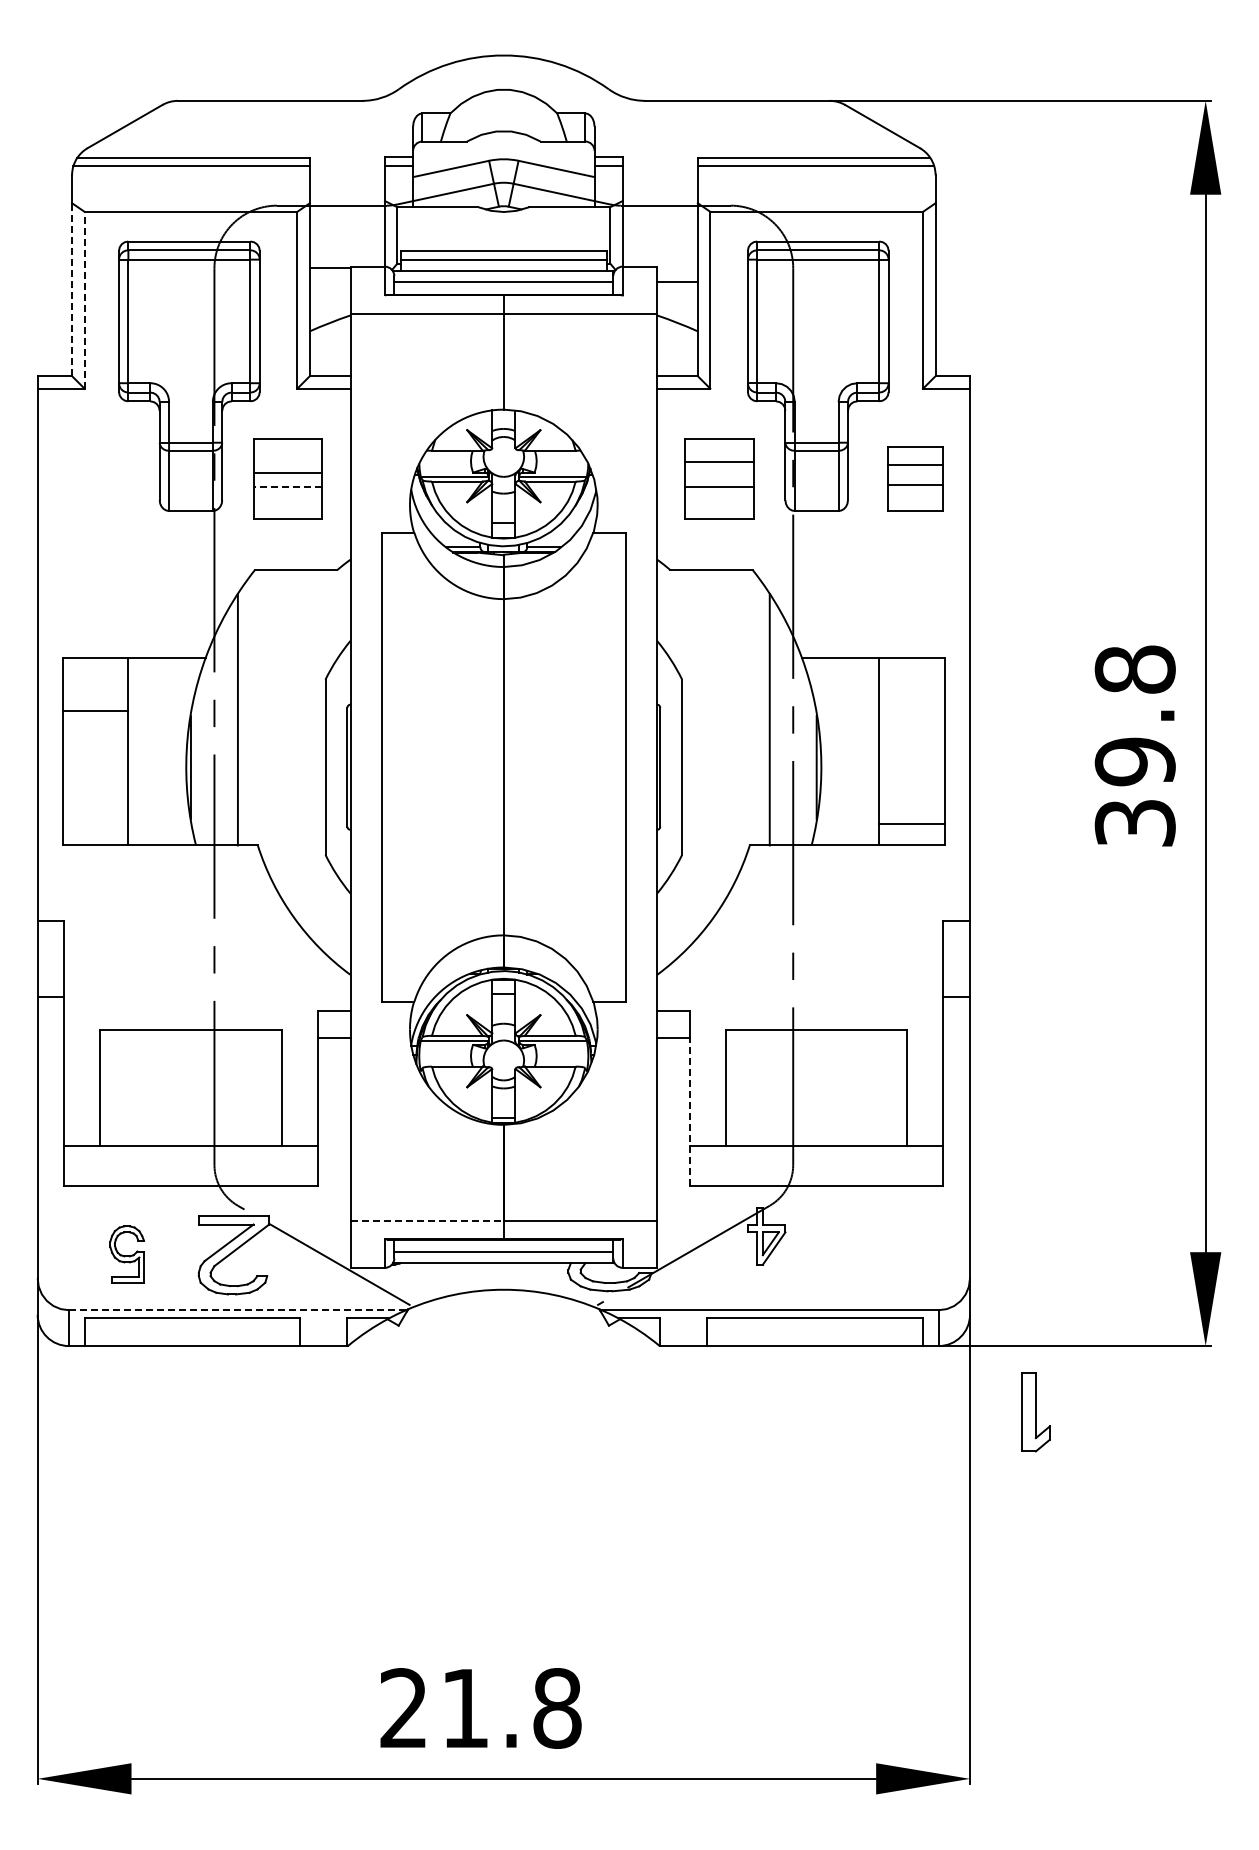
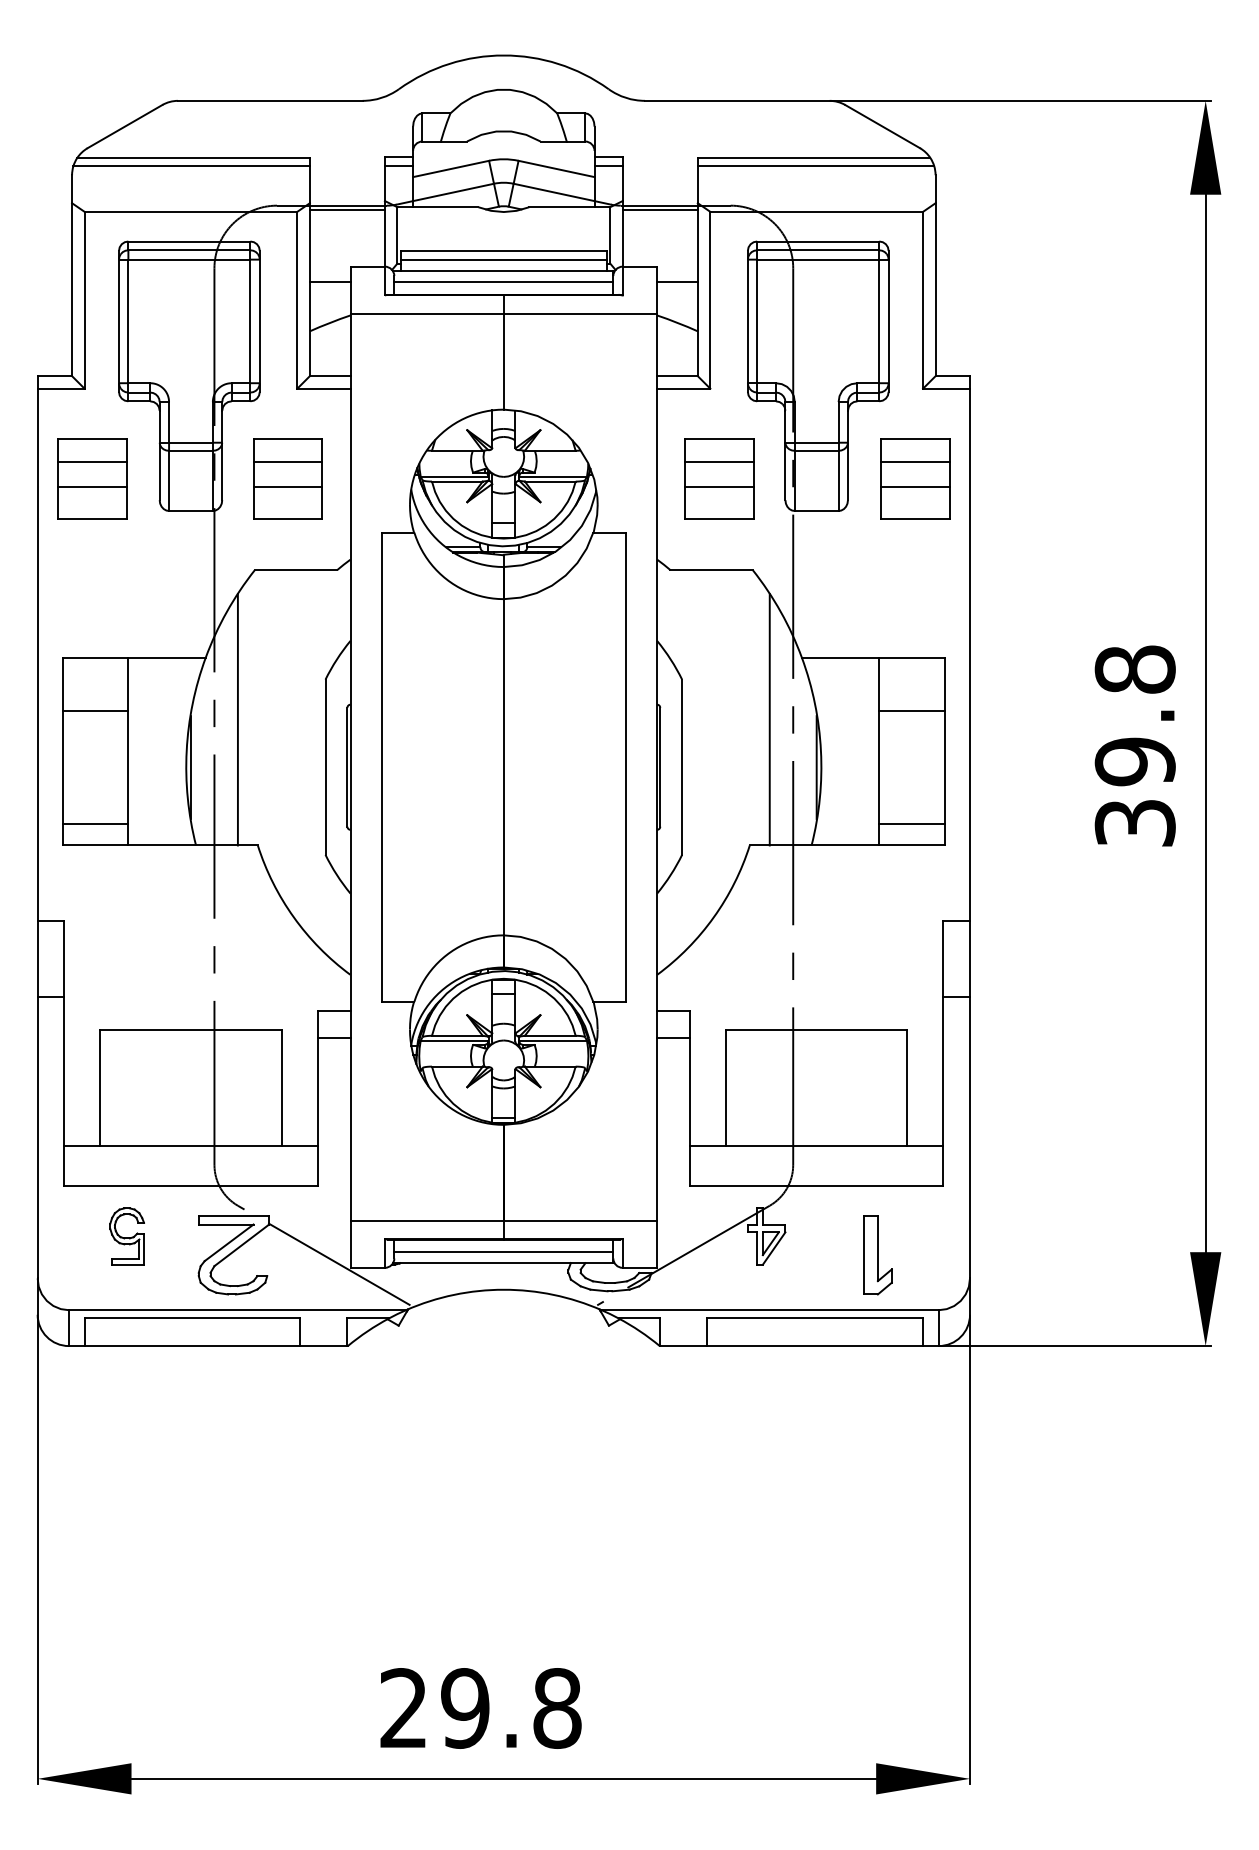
line at (346, 210): none -> present
line at (659, 210): none -> present
line at (329, 268) position: (329, 268) -> (329, 282)
line at (72, 289): dashed -> solid
line at (84, 299): dashed -> solid
line at (287, 472) position: (287, 472) -> (287, 461)
part at (92, 478): none -> present
part at (915, 478) size: 57x66 px -> 71x82 px
line at (287, 486): dashed -> solid
line at (911, 710): none -> present
line at (95, 823): none -> present
line at (689, 1111): dashed -> solid
line at (427, 1220): dashed -> solid
part at (126, 1254) position: (126, 1254) -> (126, 1236)
line at (237, 1310): dashed -> solid
part at (1035, 1412) position: (1035, 1412) -> (877, 1255)
text at (465, 1708): 21.8 -> 29.8
